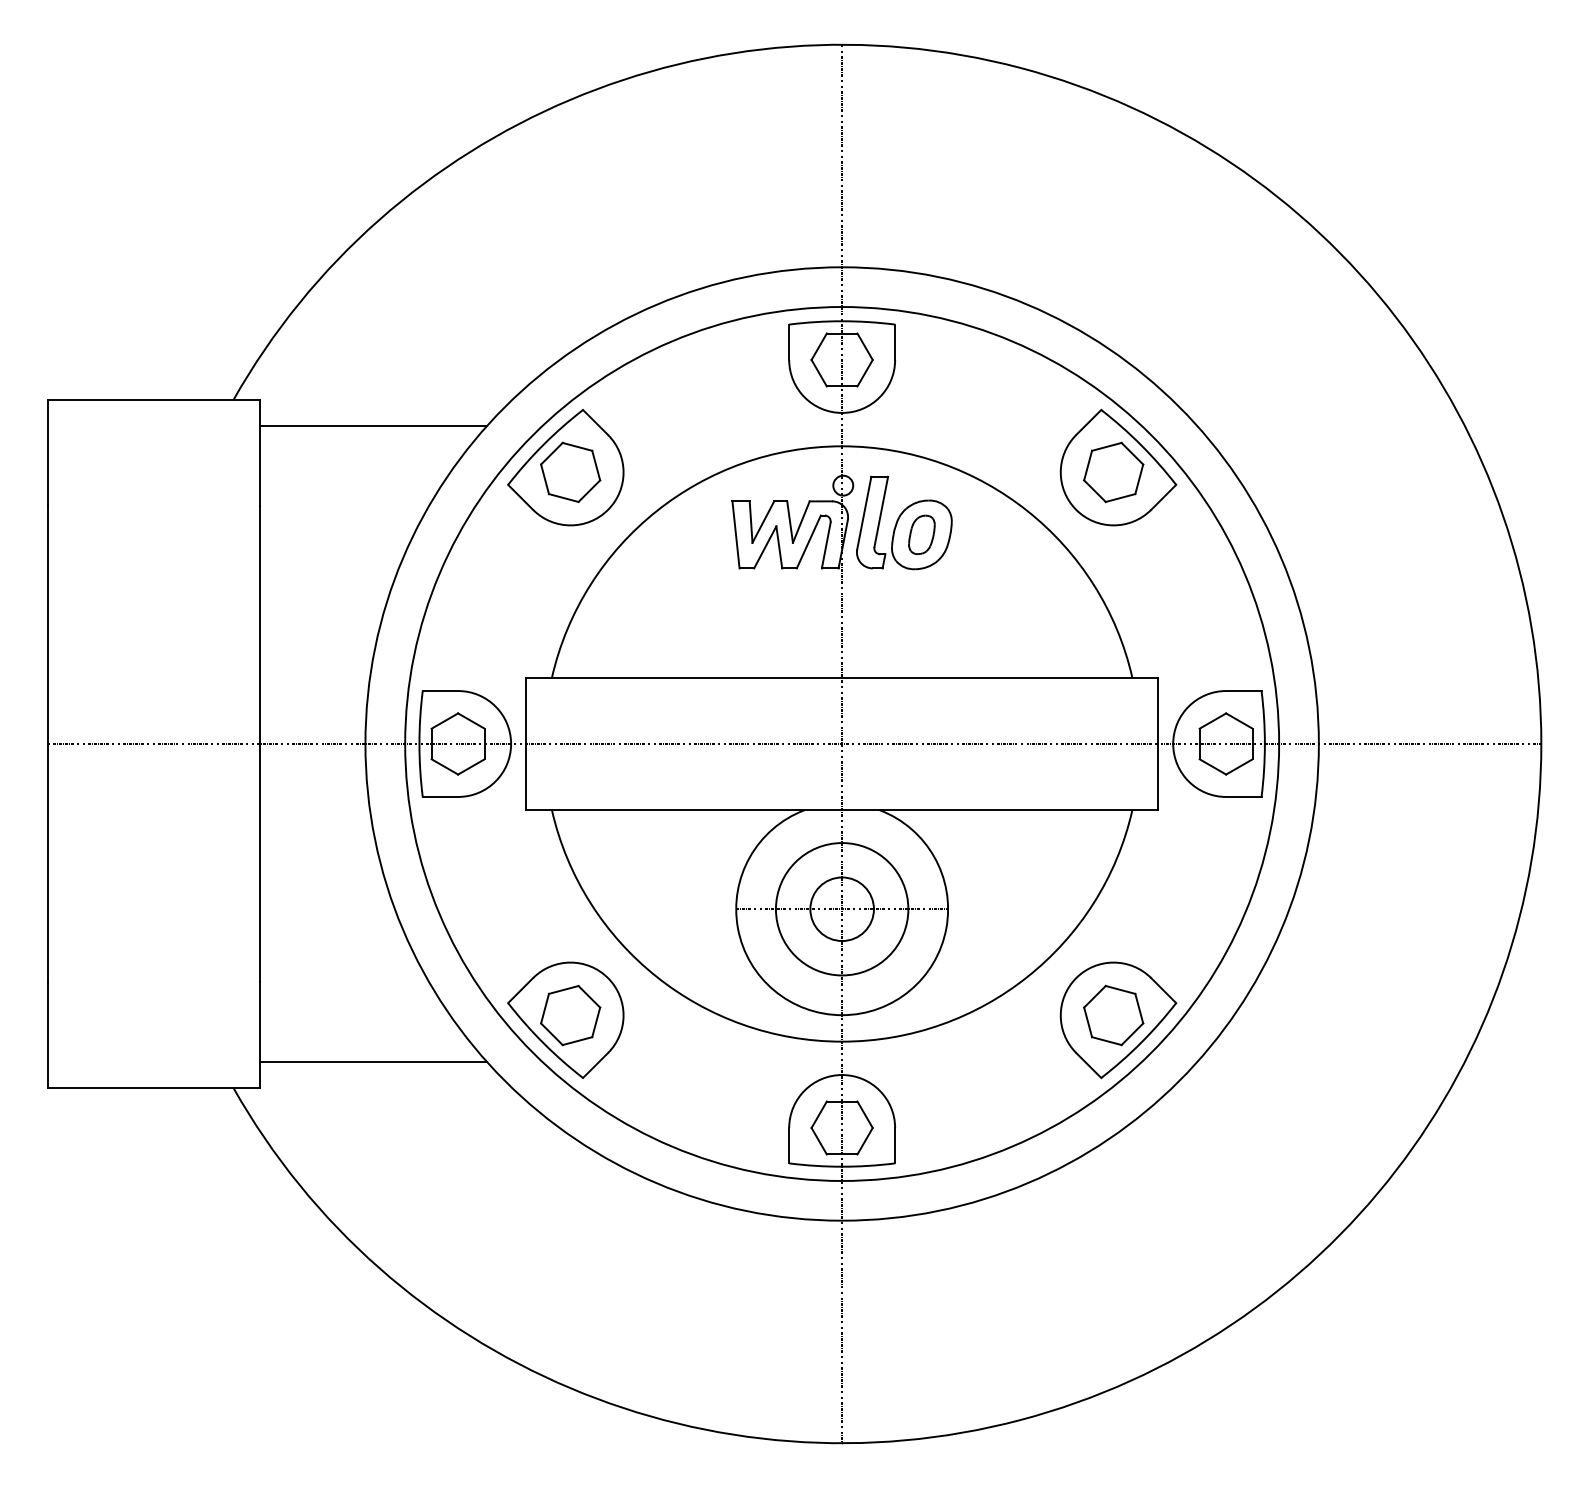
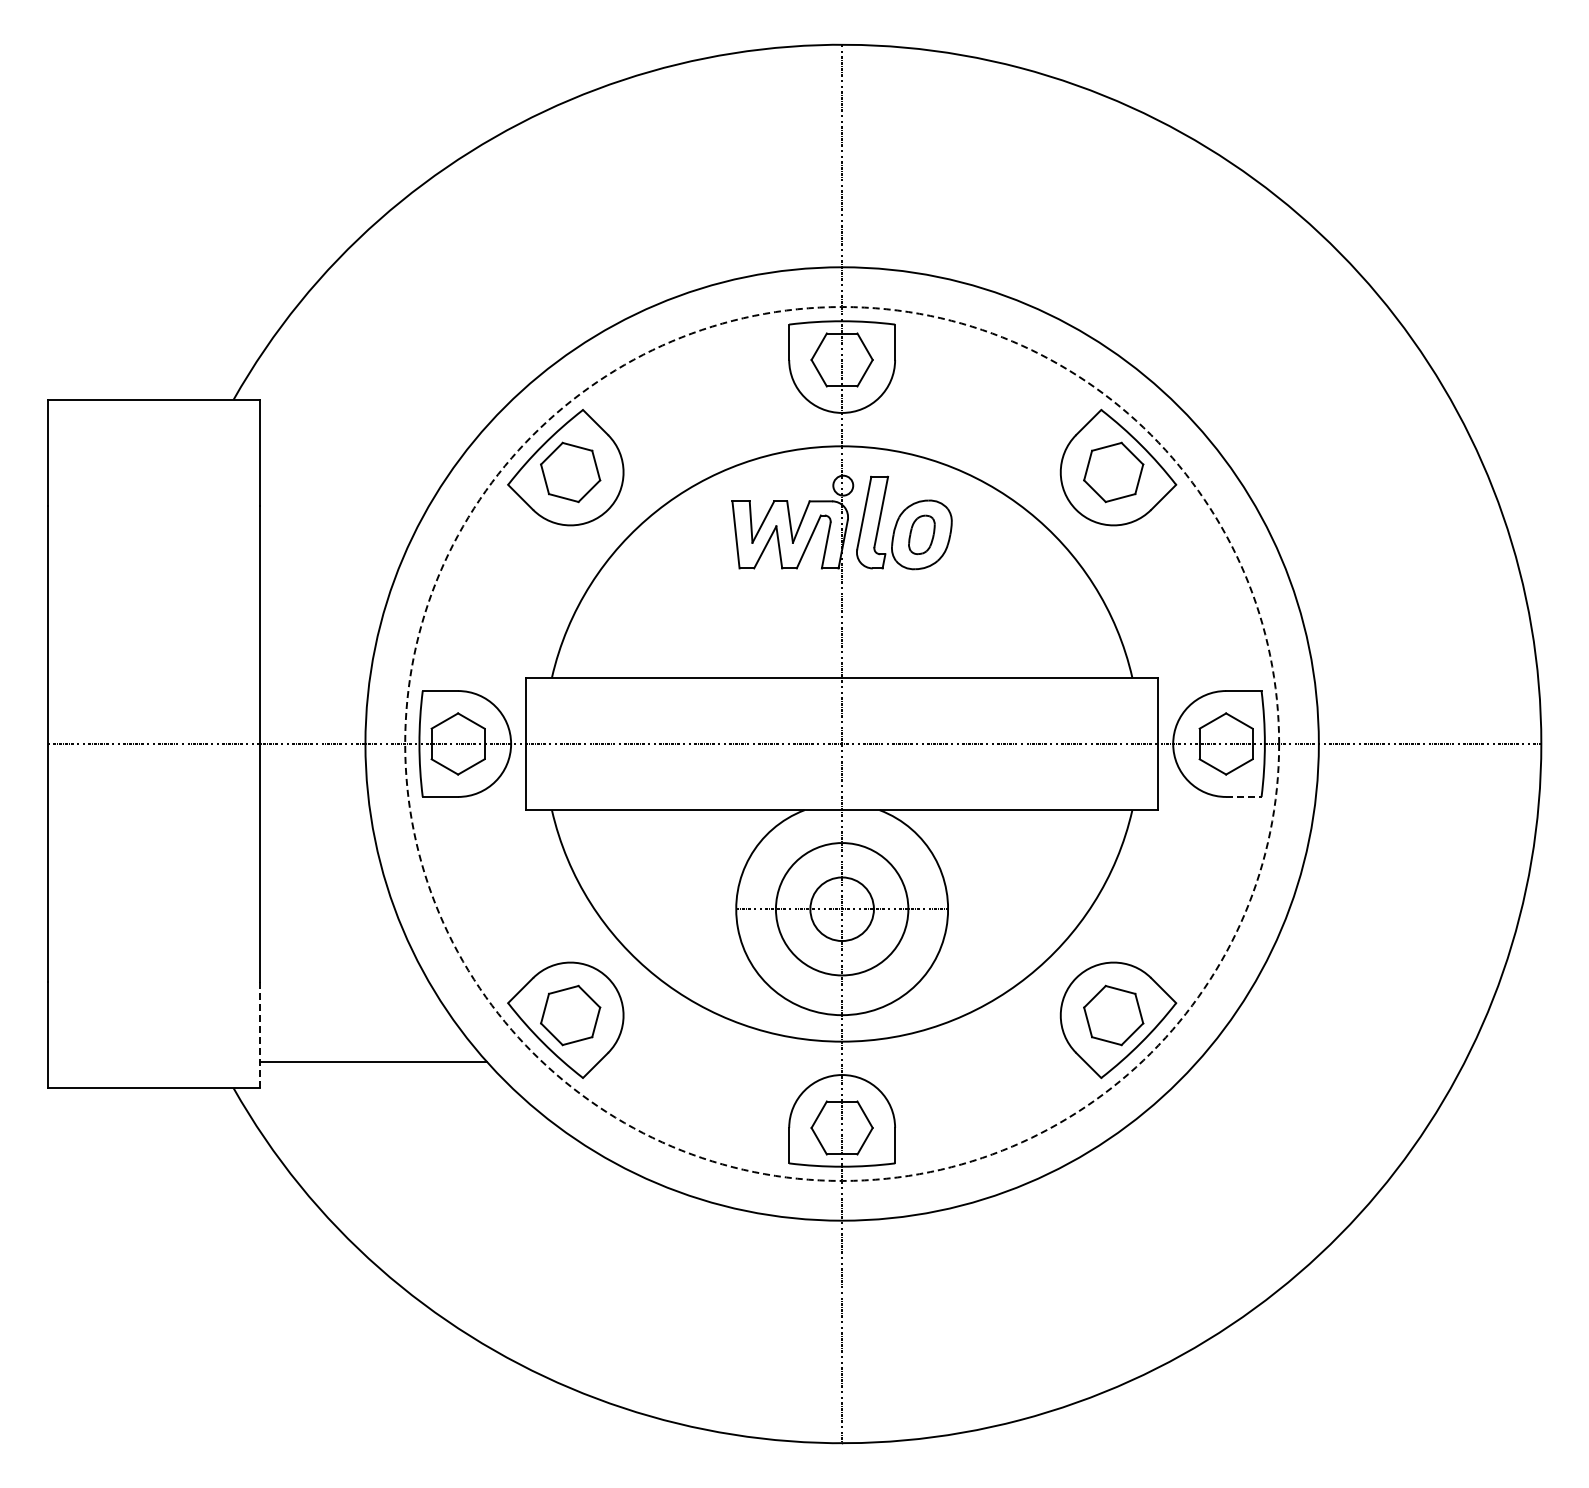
line at (372, 426): present -> none
circle at (842, 743): solid -> dashed
line at (1243, 796): solid -> dashed
line at (259, 1035): solid -> dashed
